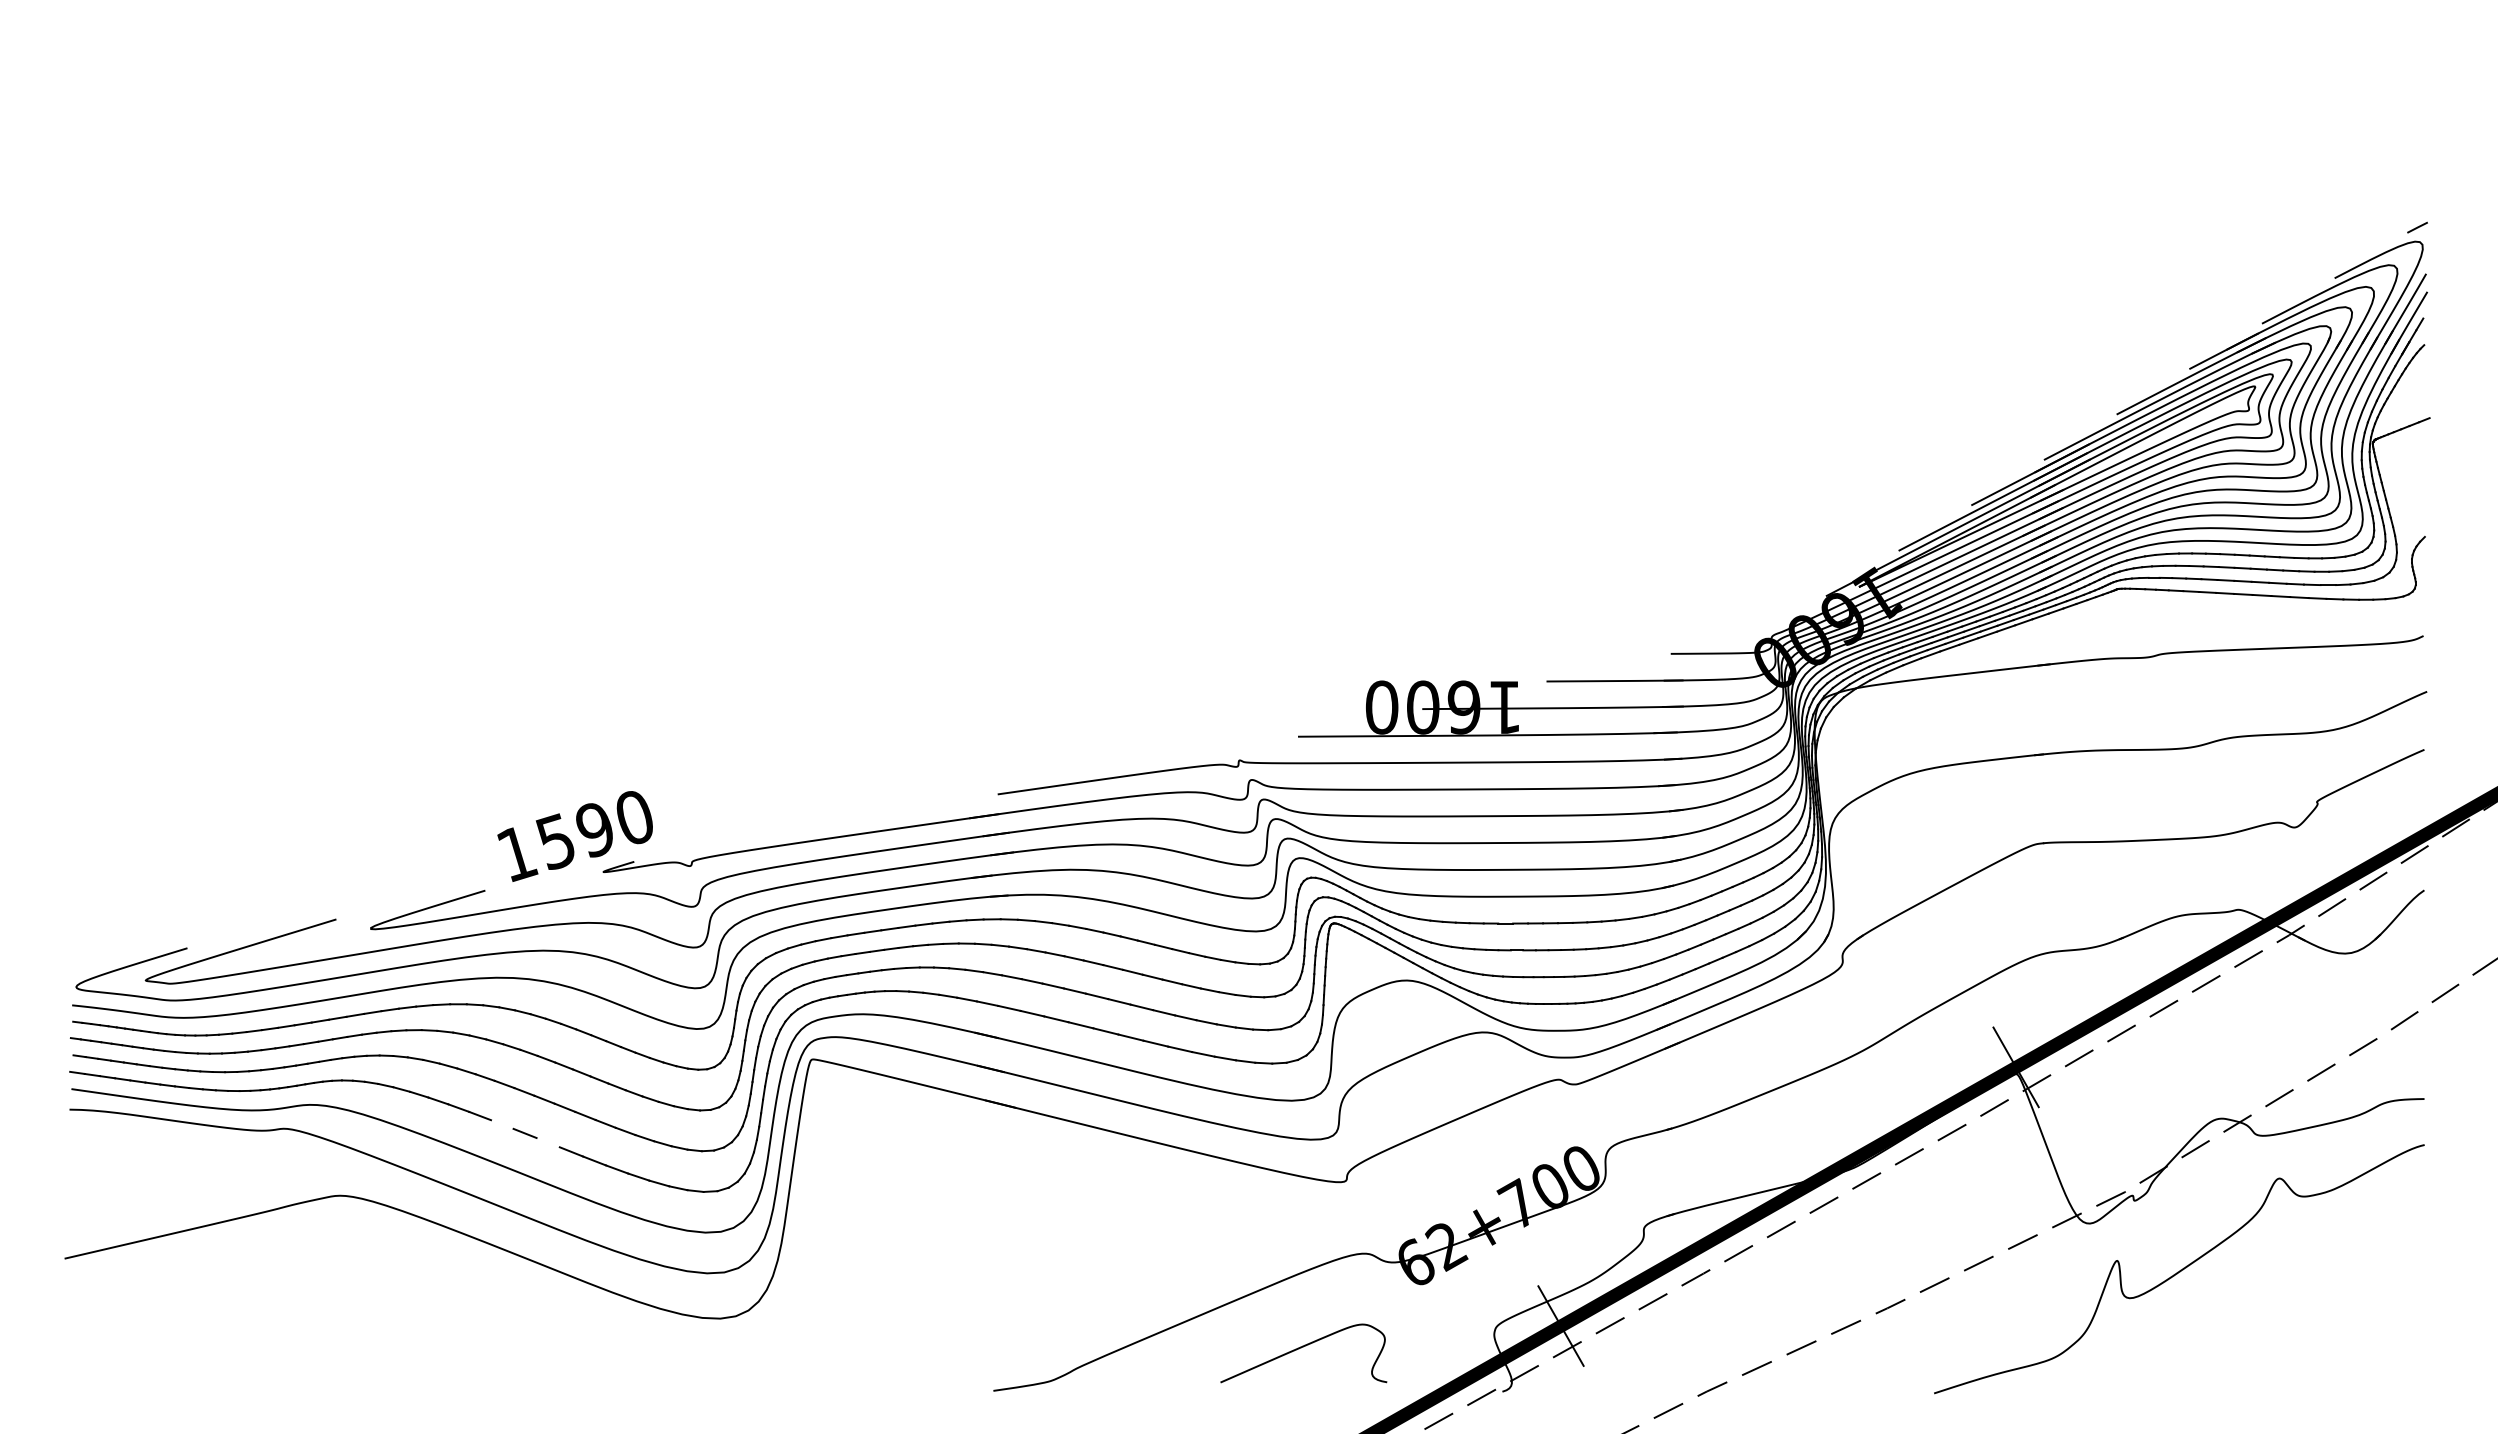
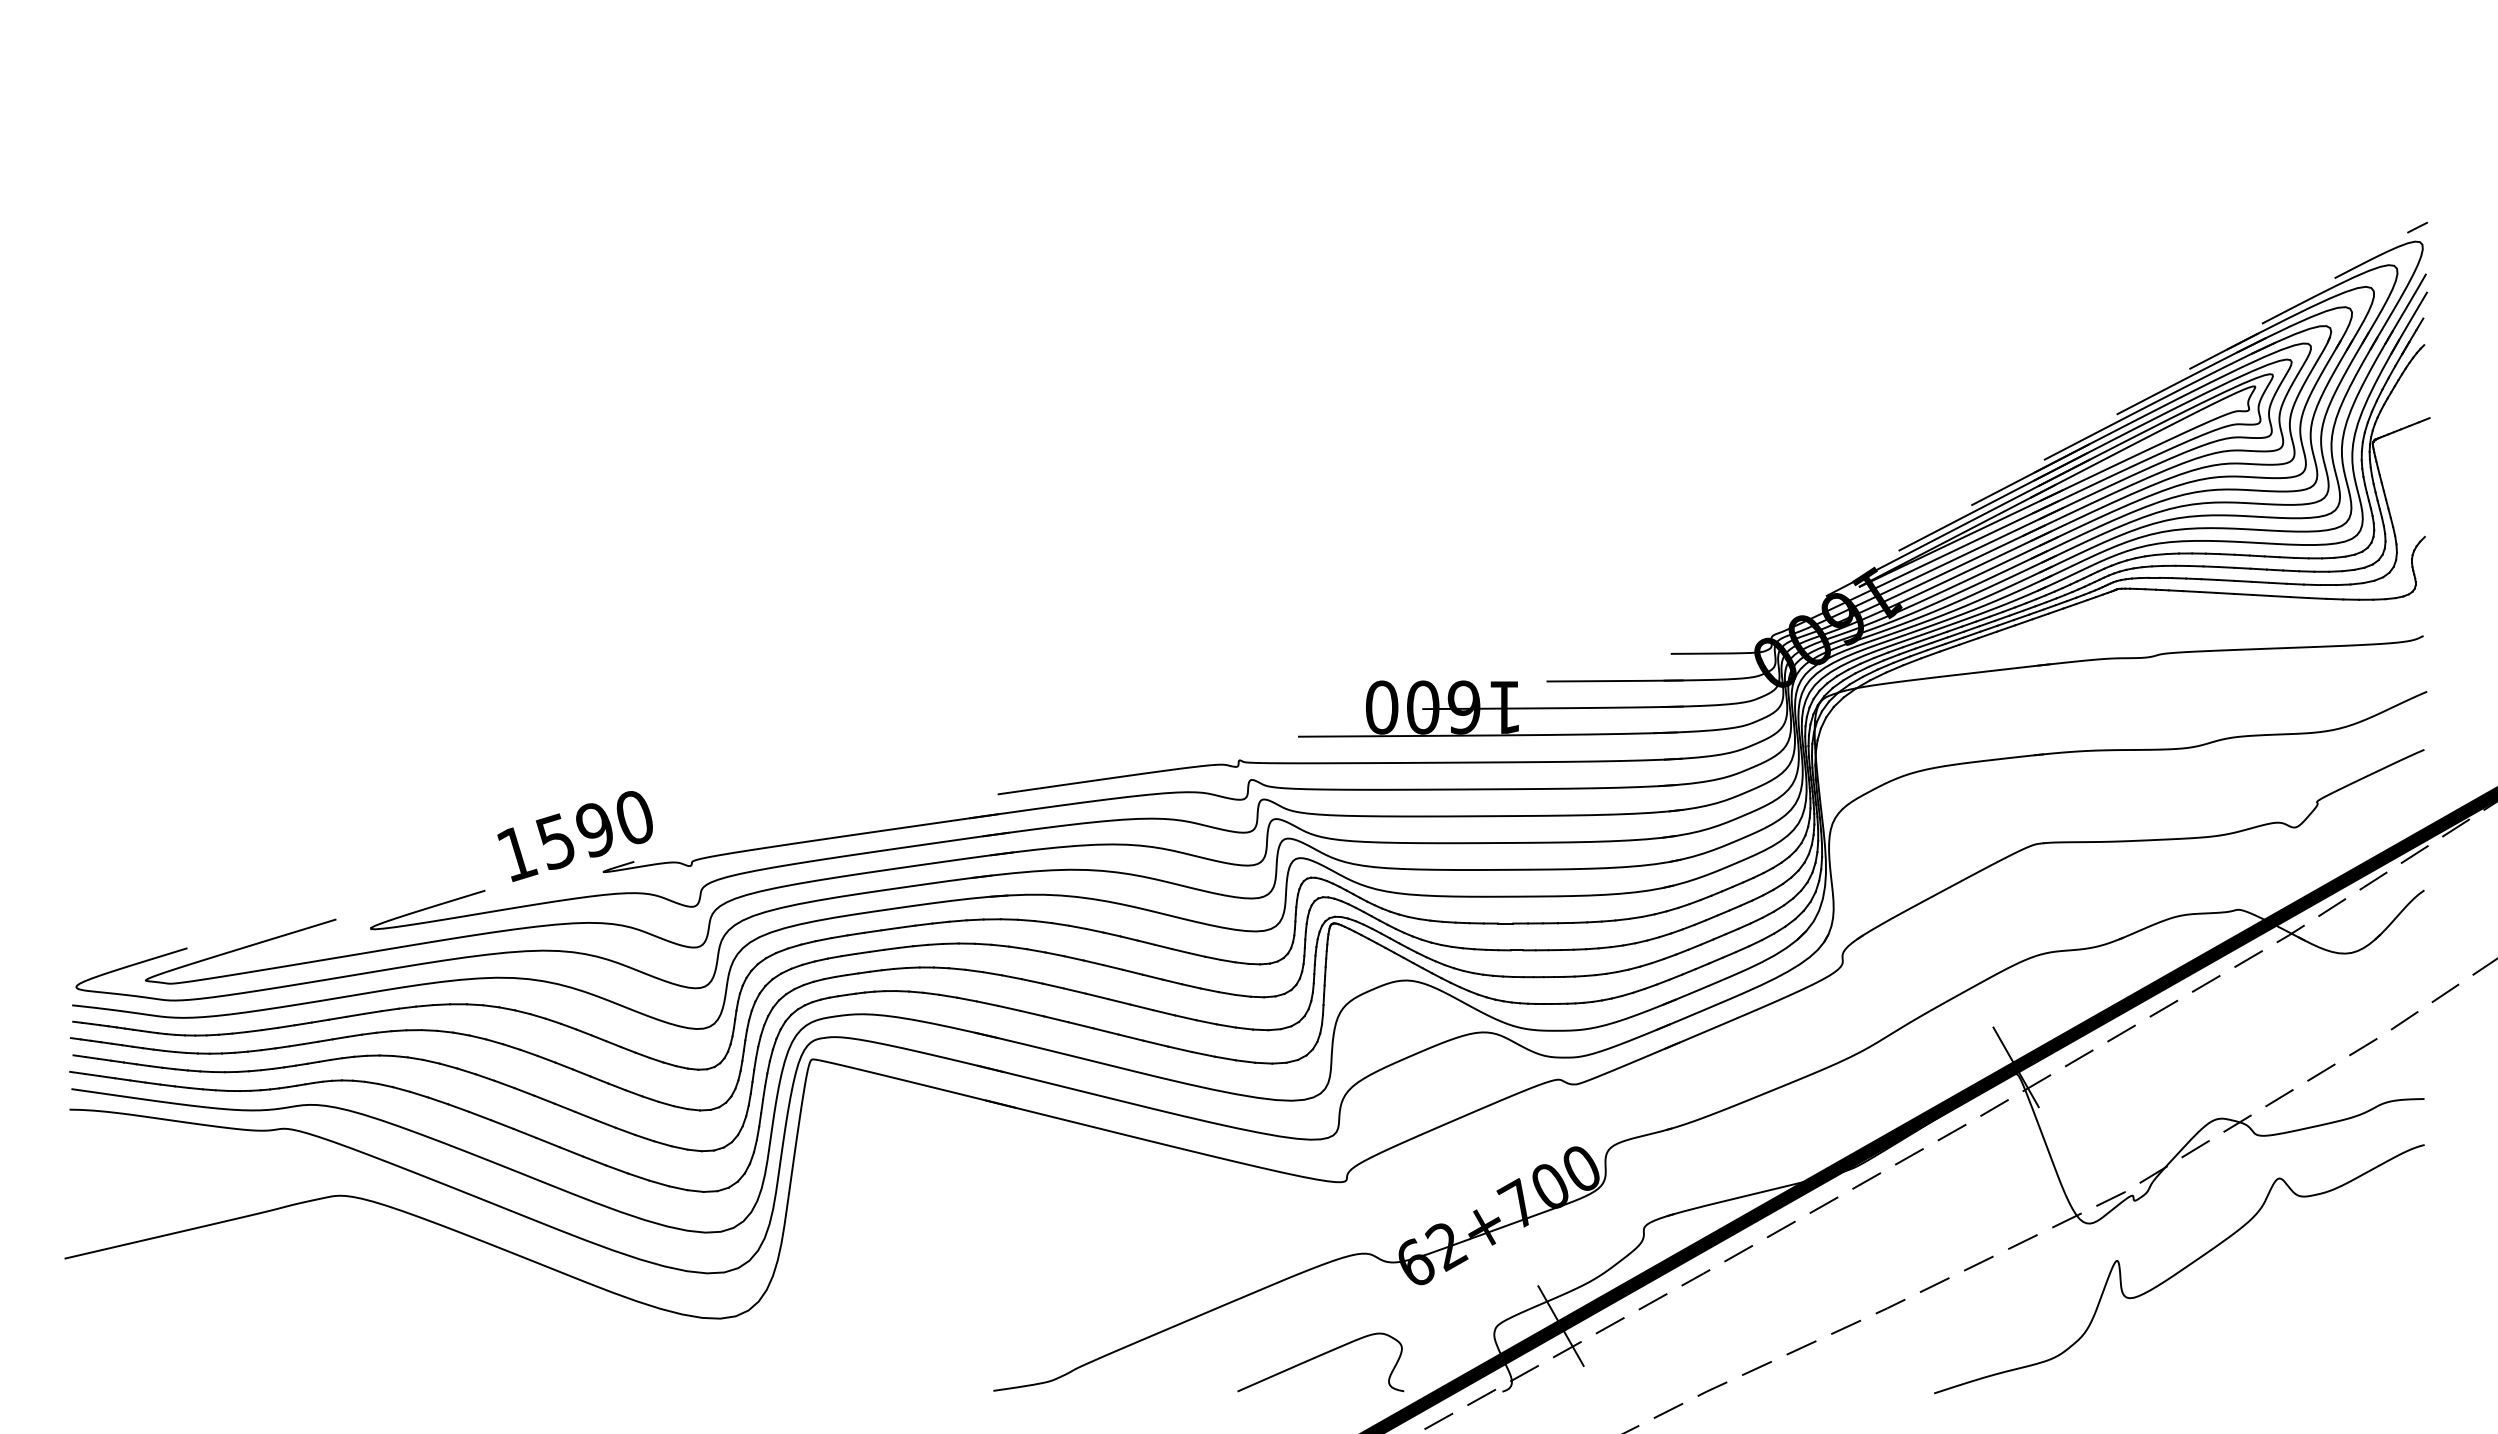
line at (502, 1124): none -> present
line at (547, 1142): none -> present
curve at (1301, 1348) position: (1301, 1348) -> (1318, 1357)
